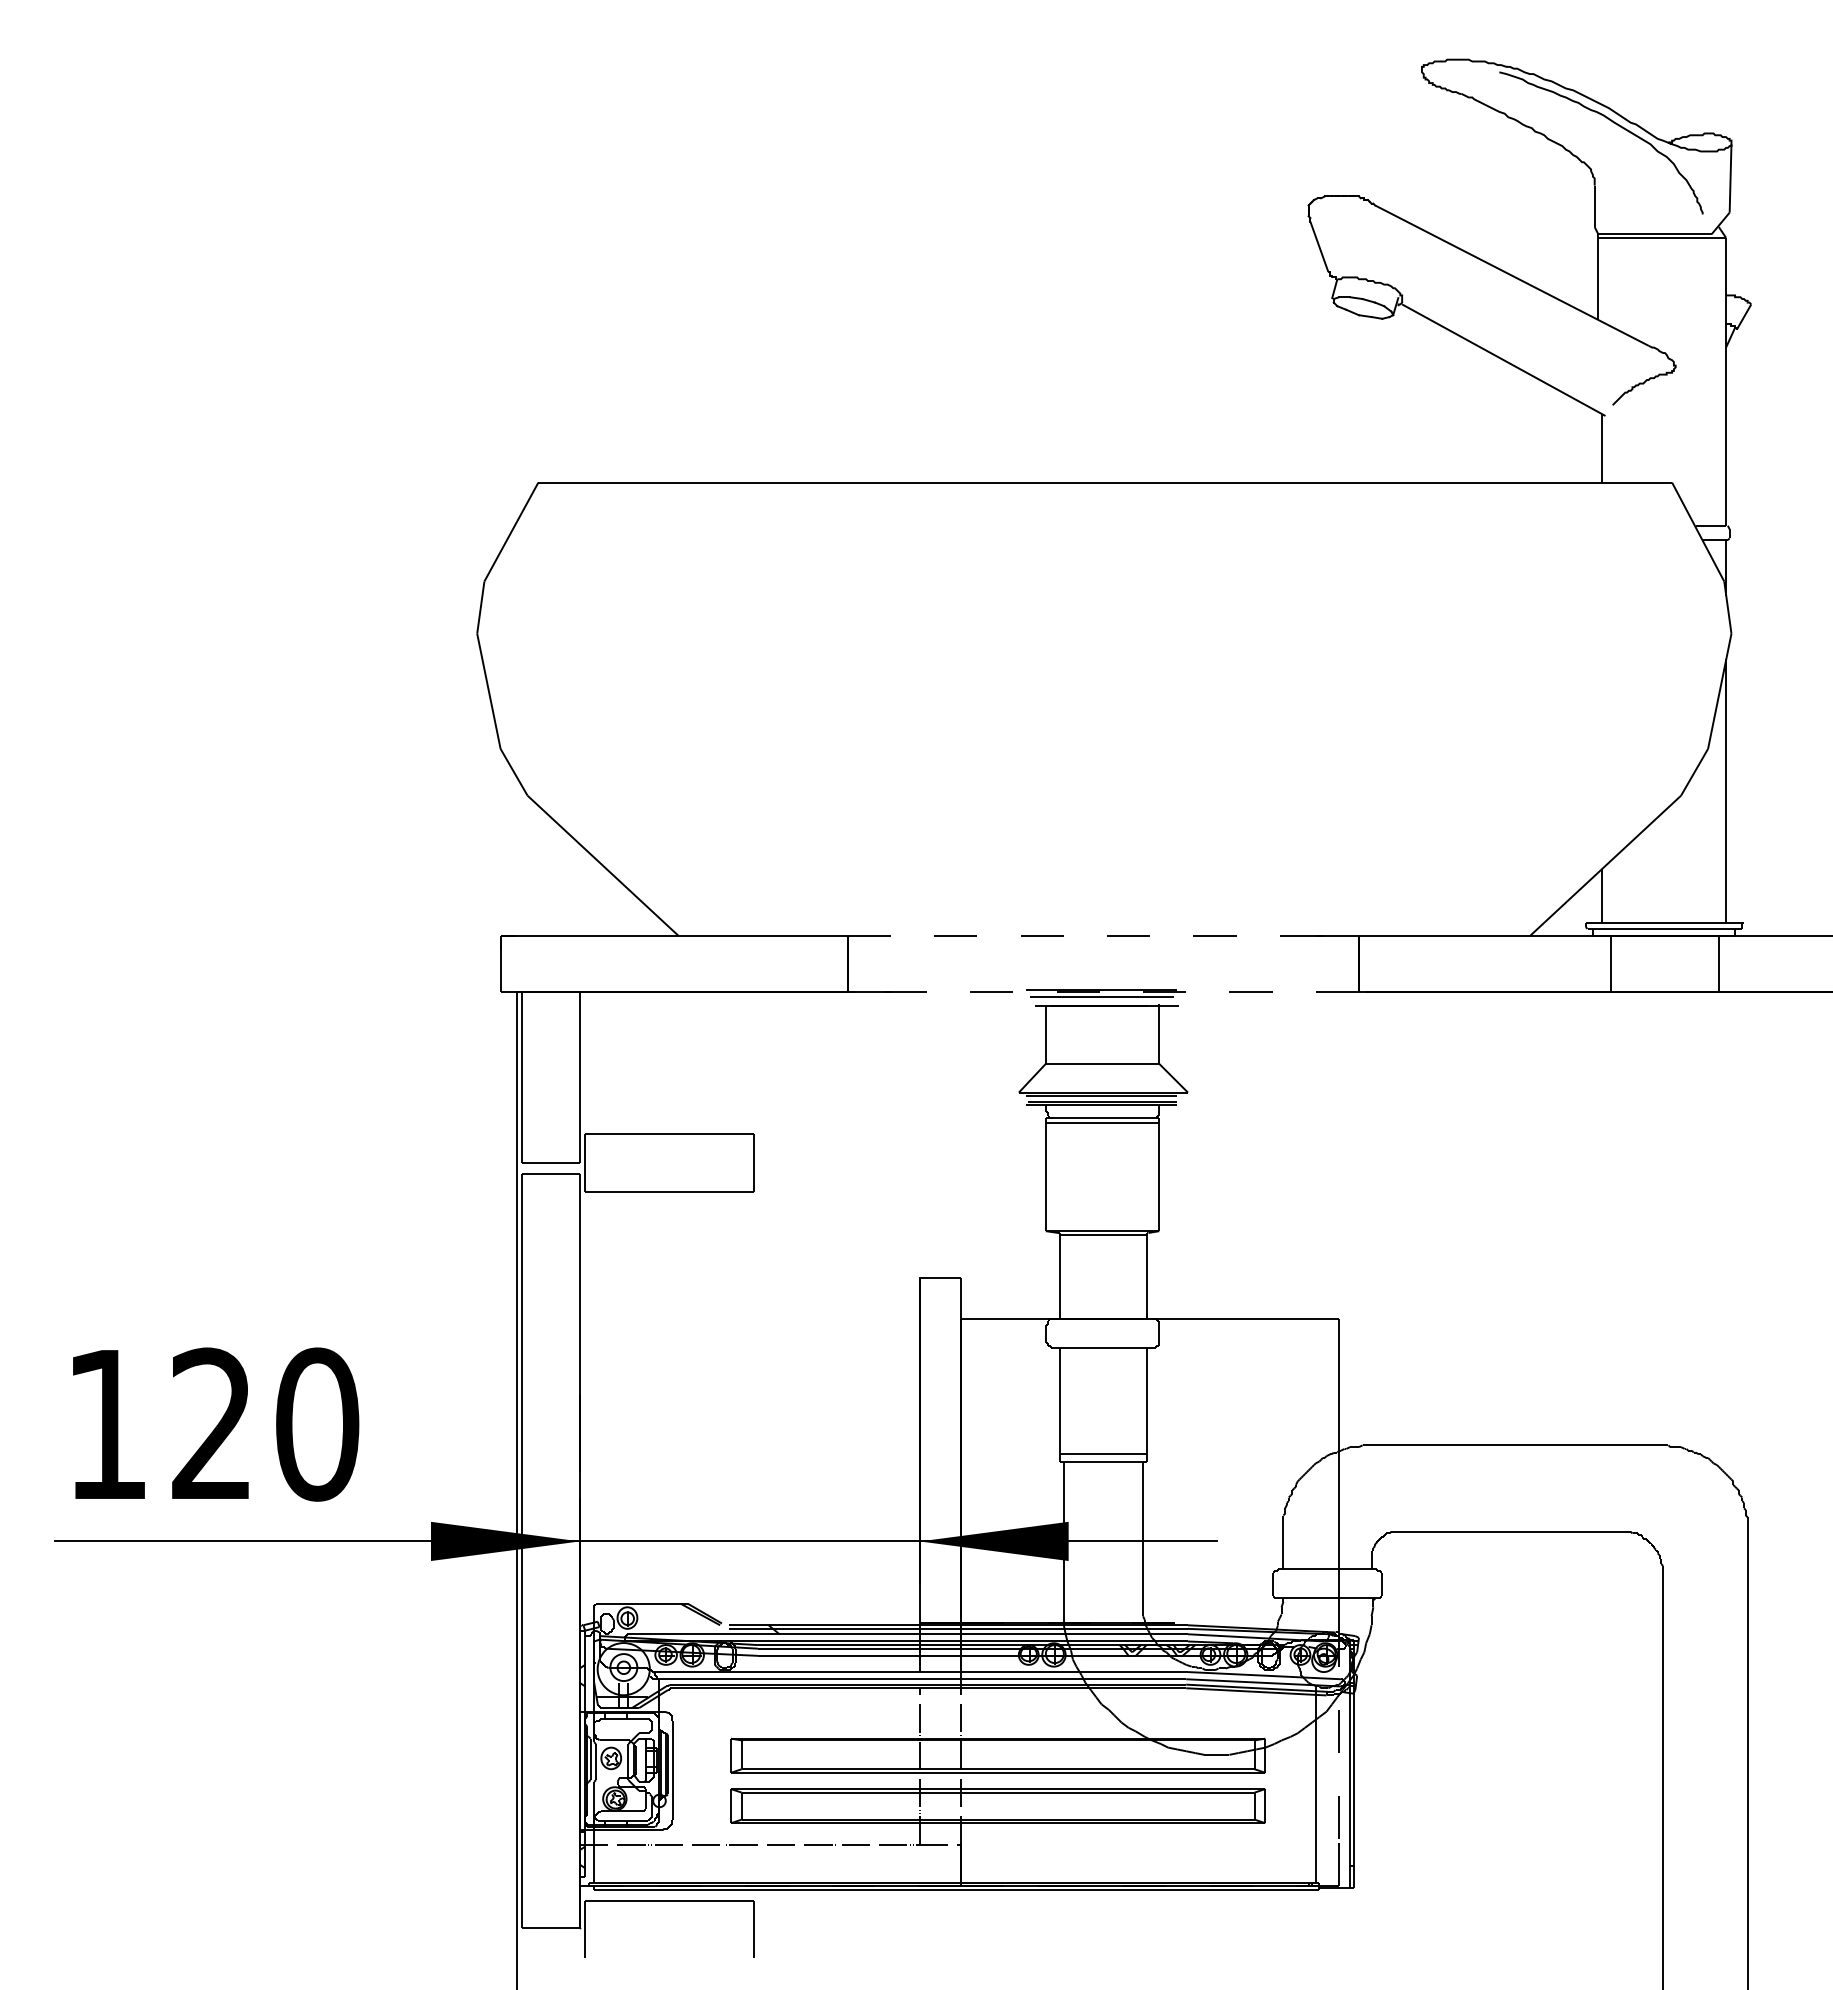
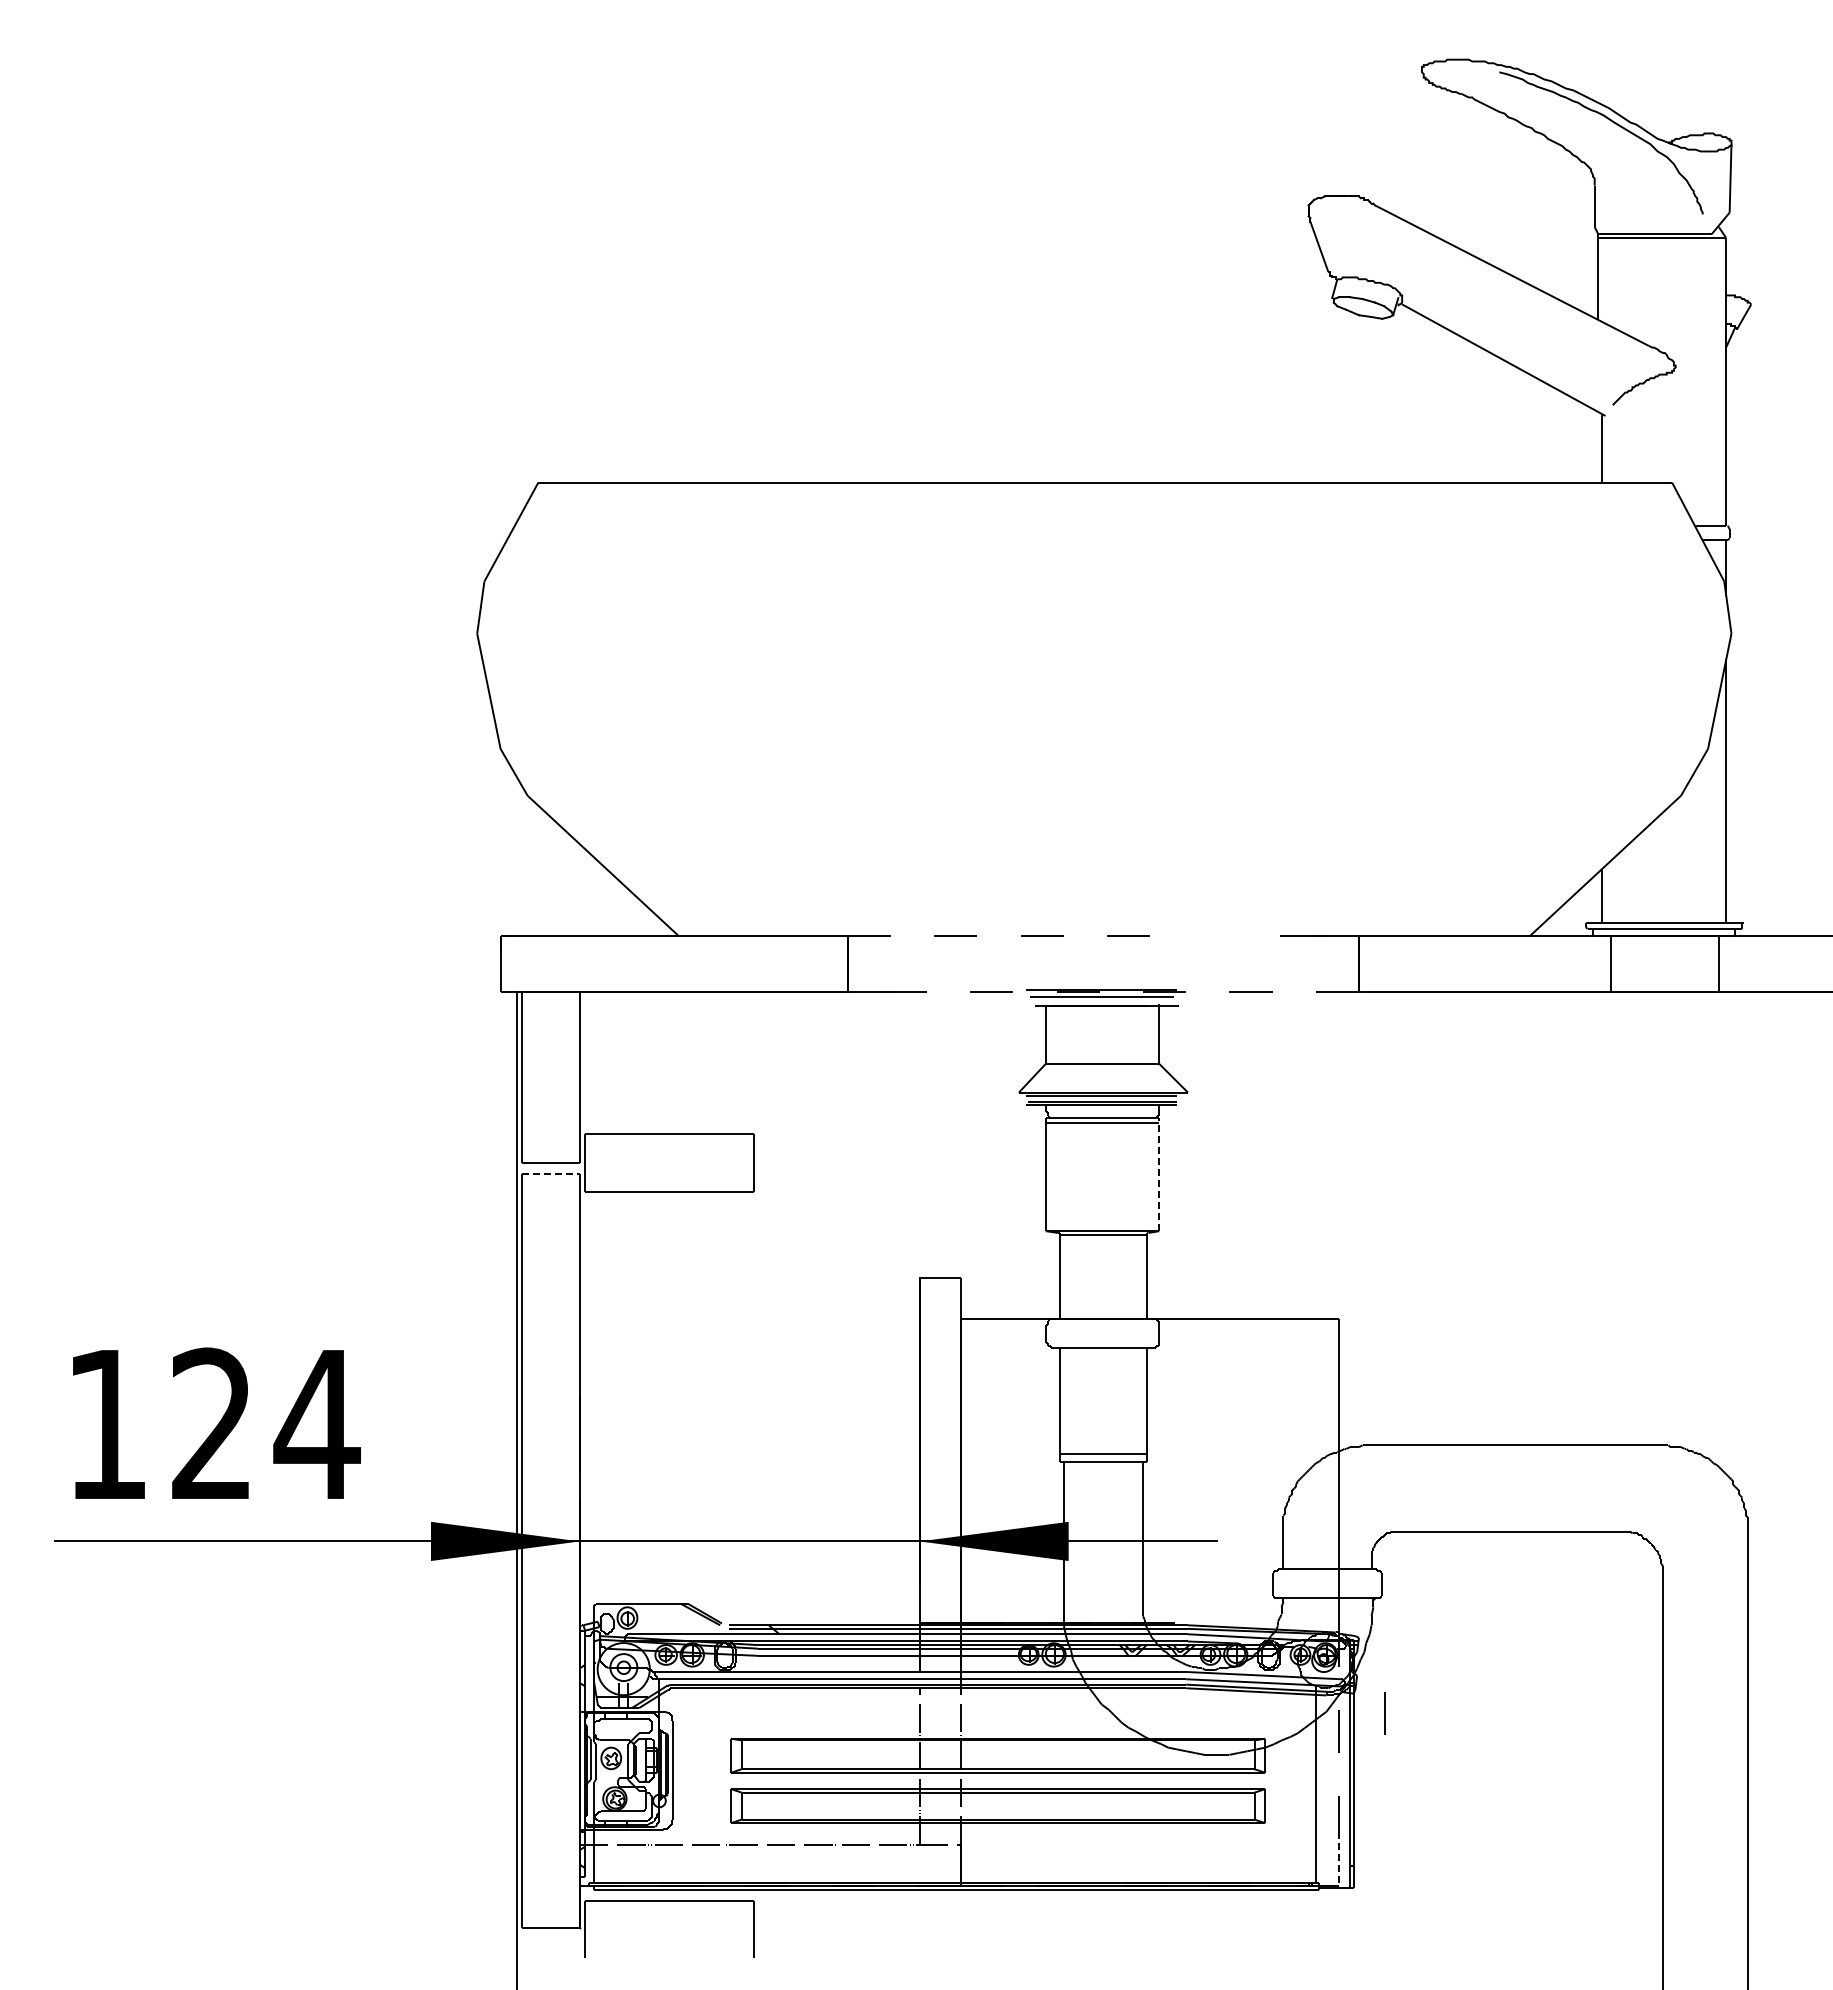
line at (1214, 935): present -> none
line at (550, 1173): solid -> dashed
line at (1159, 1174): solid -> dashed
text at (316, 1424): 120 -> 124
line at (1384, 1713): none -> present
line at (1339, 1864): solid -> dashed
